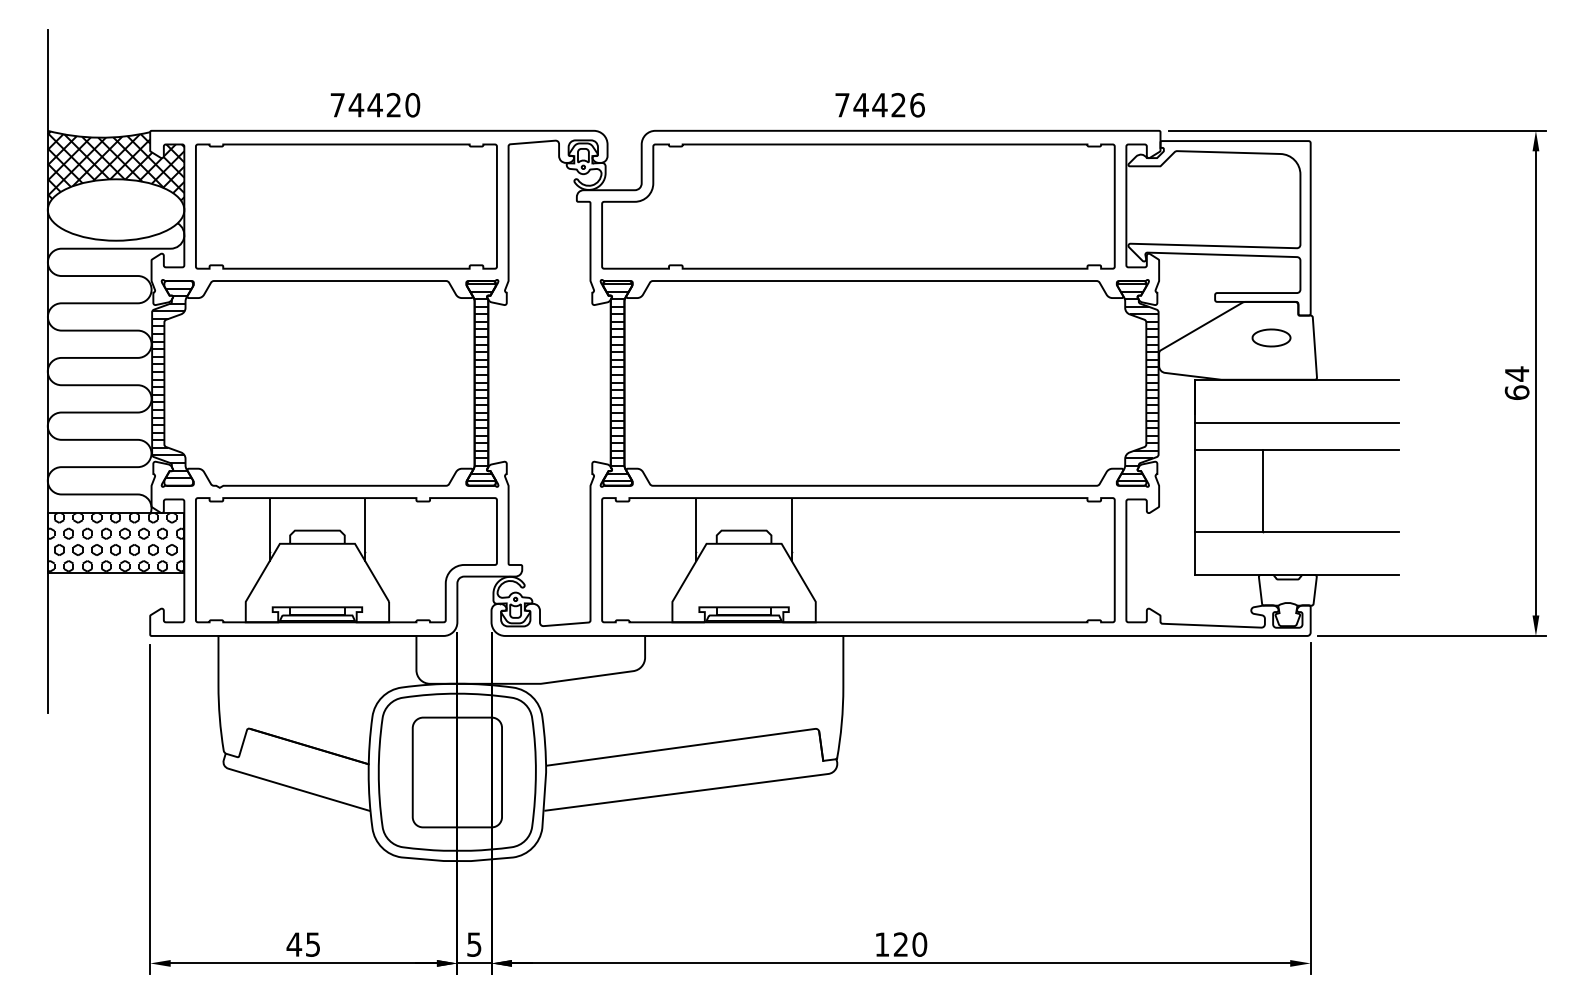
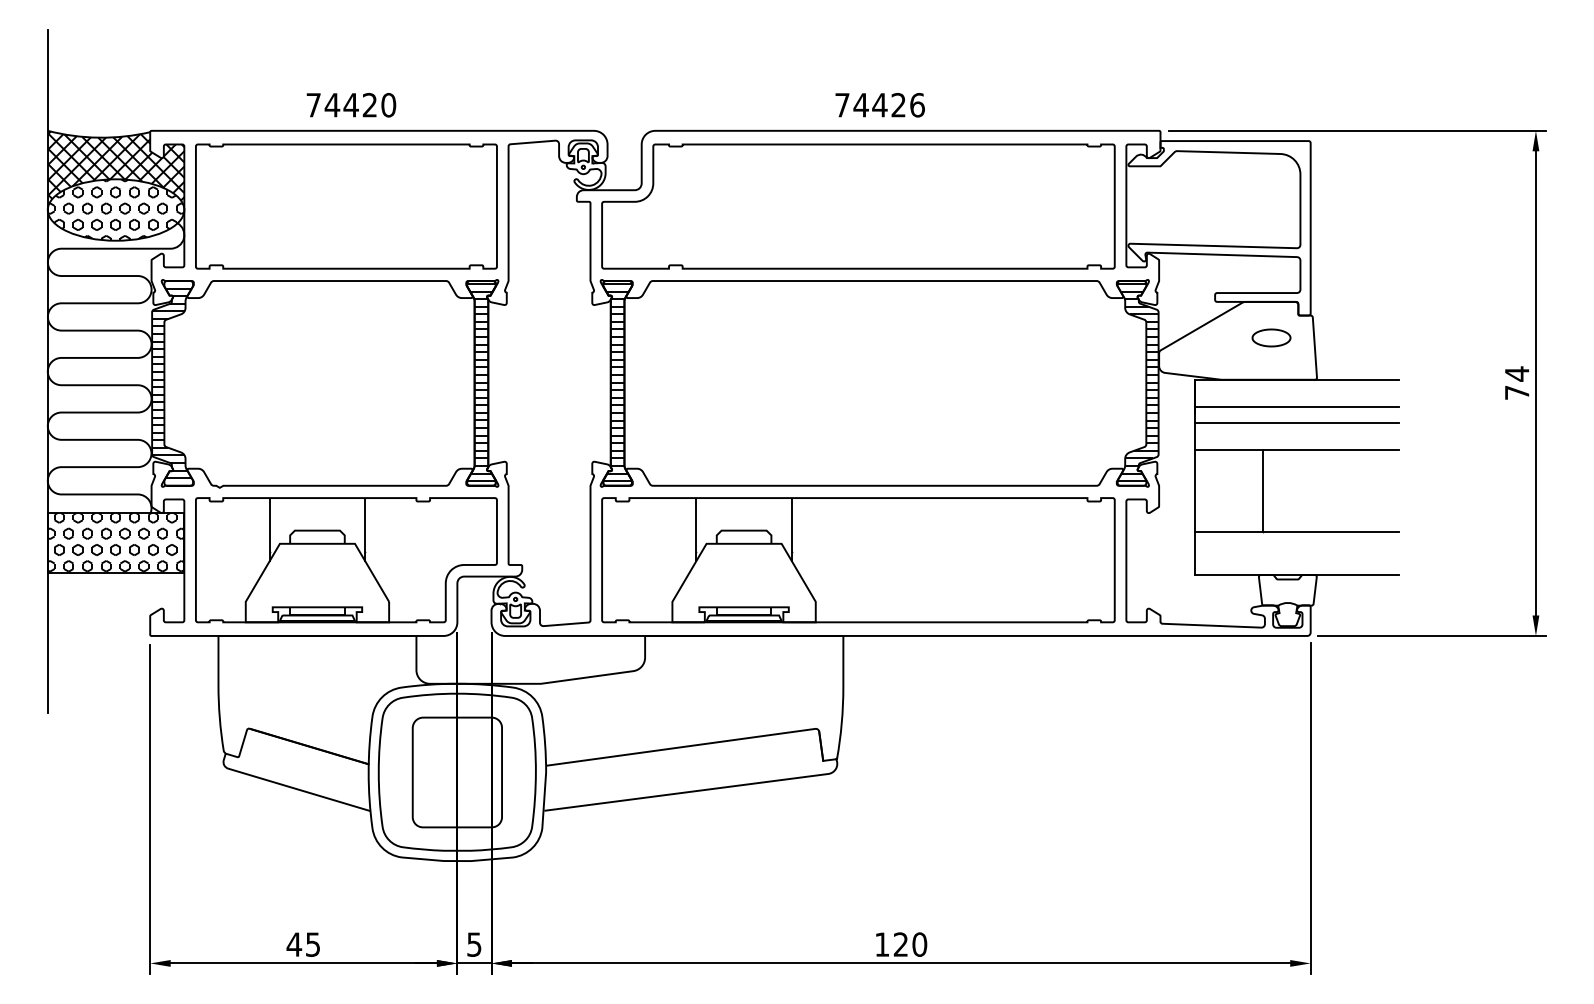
text at (375, 105) position: (375, 105) -> (351, 105)
hatch at (116, 209): none -> present
text at (1516, 392): 64 -> 74
line at (1296, 407): none -> present
